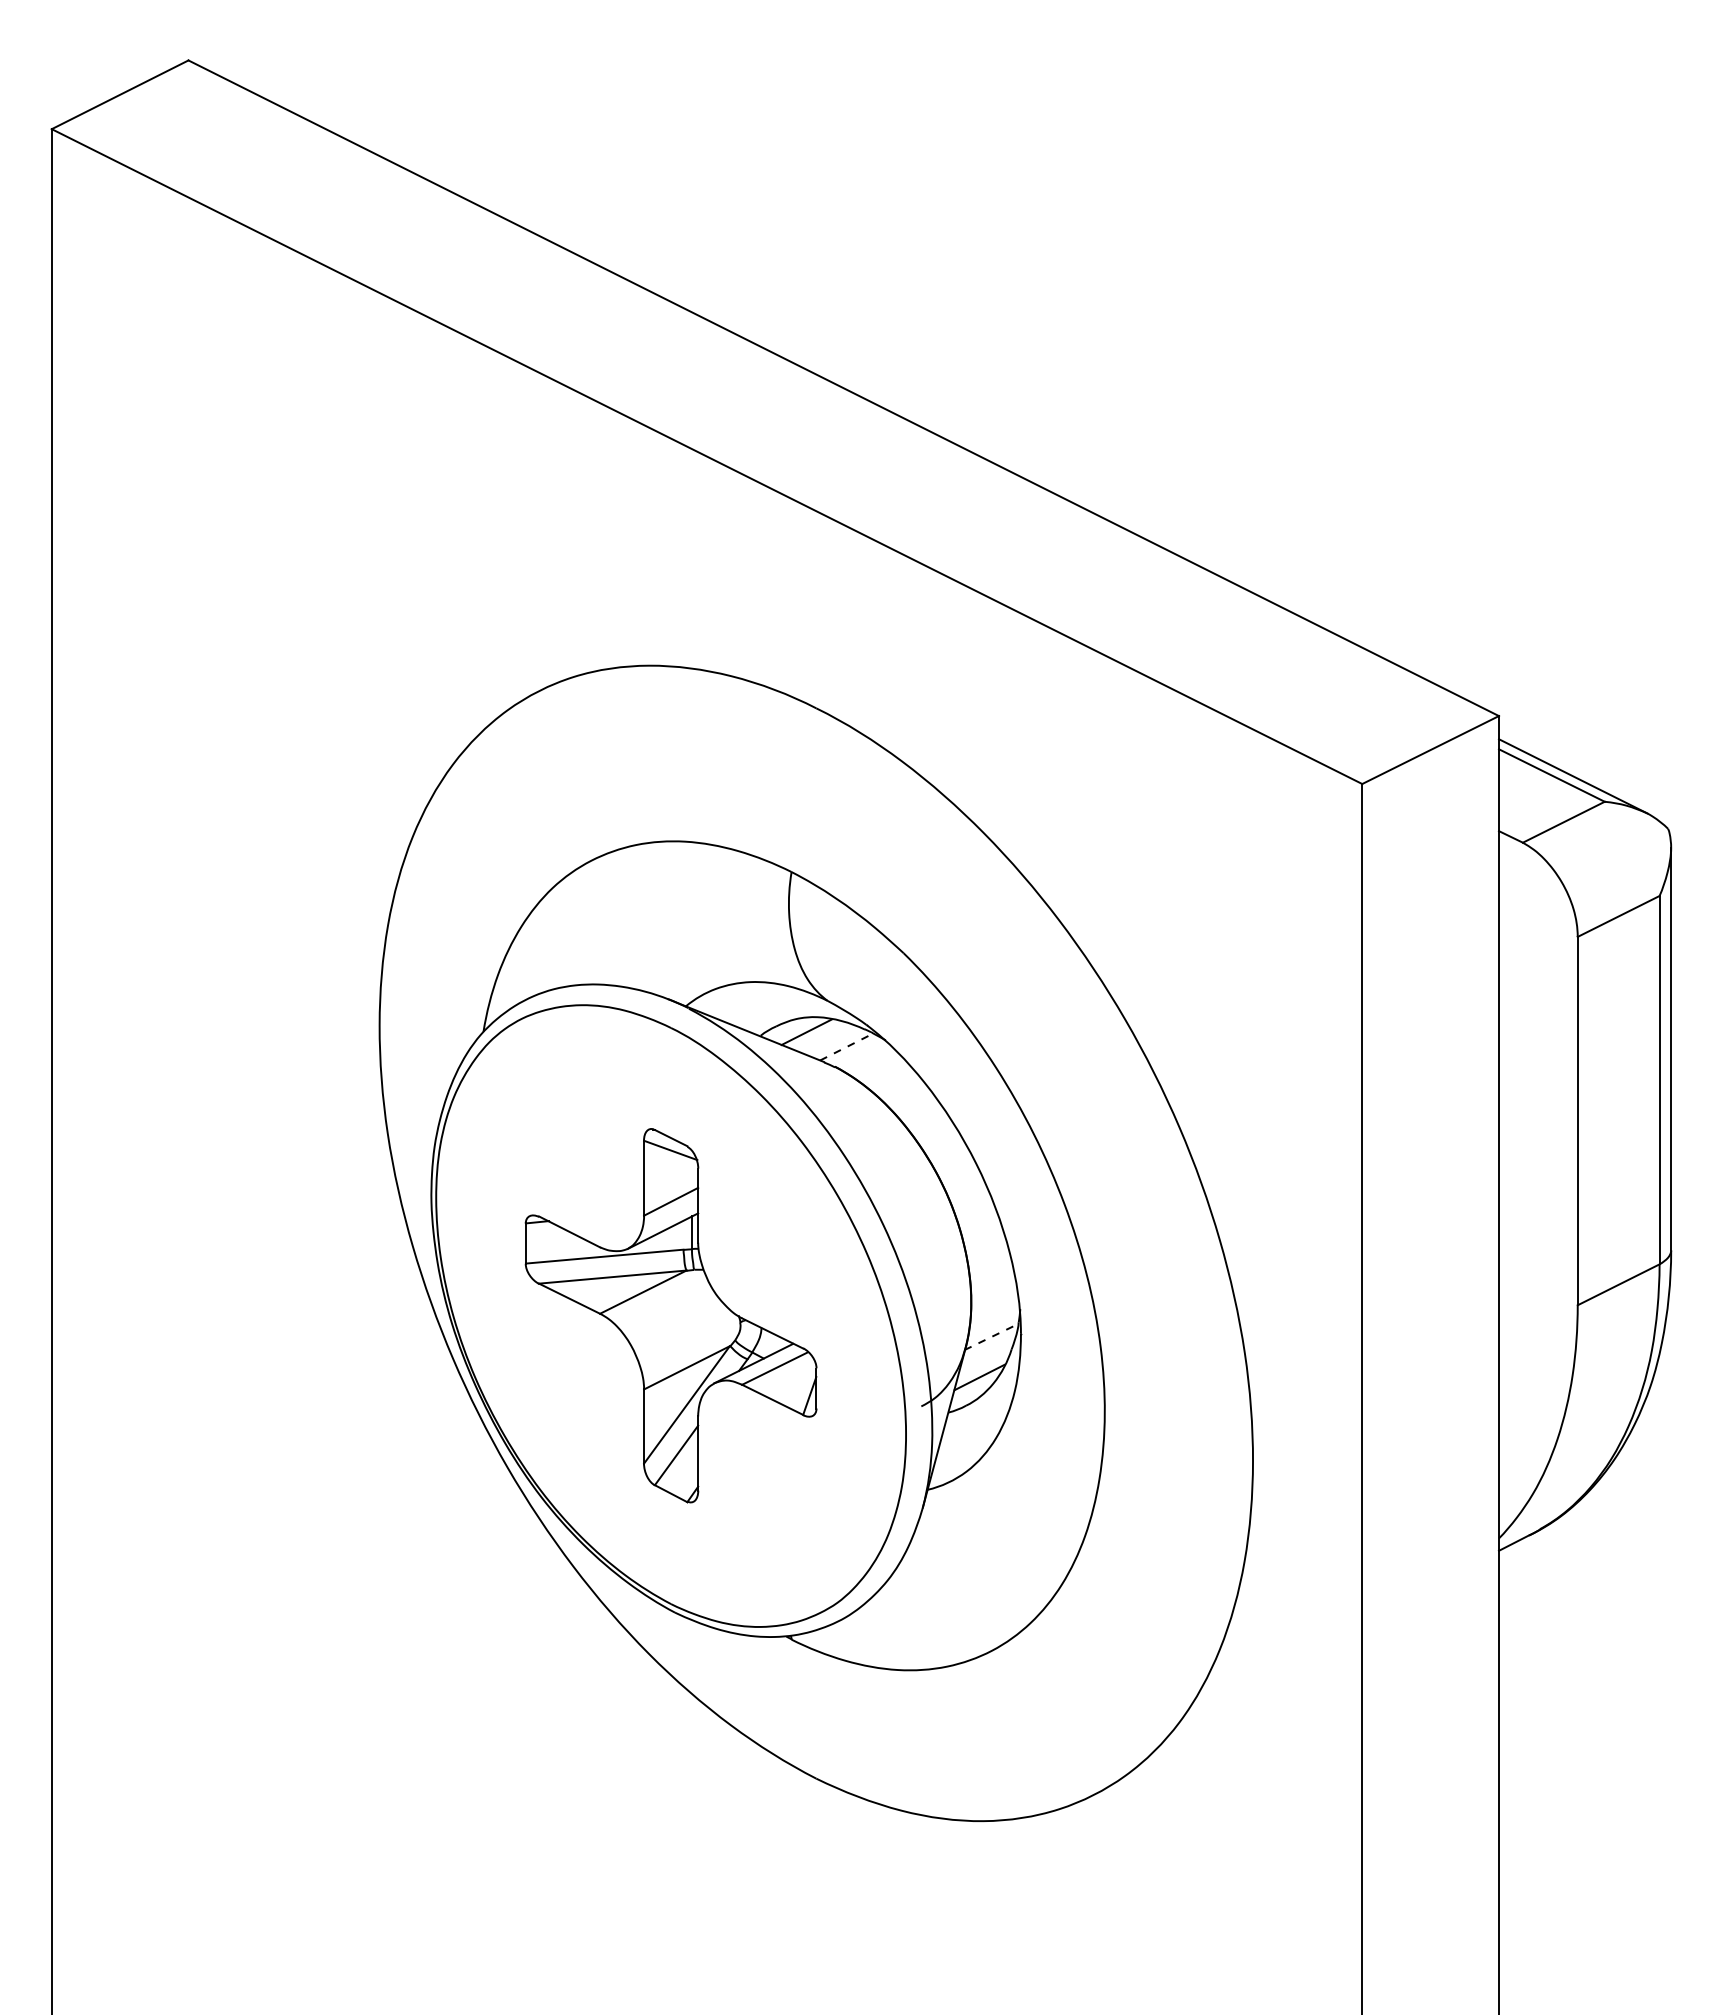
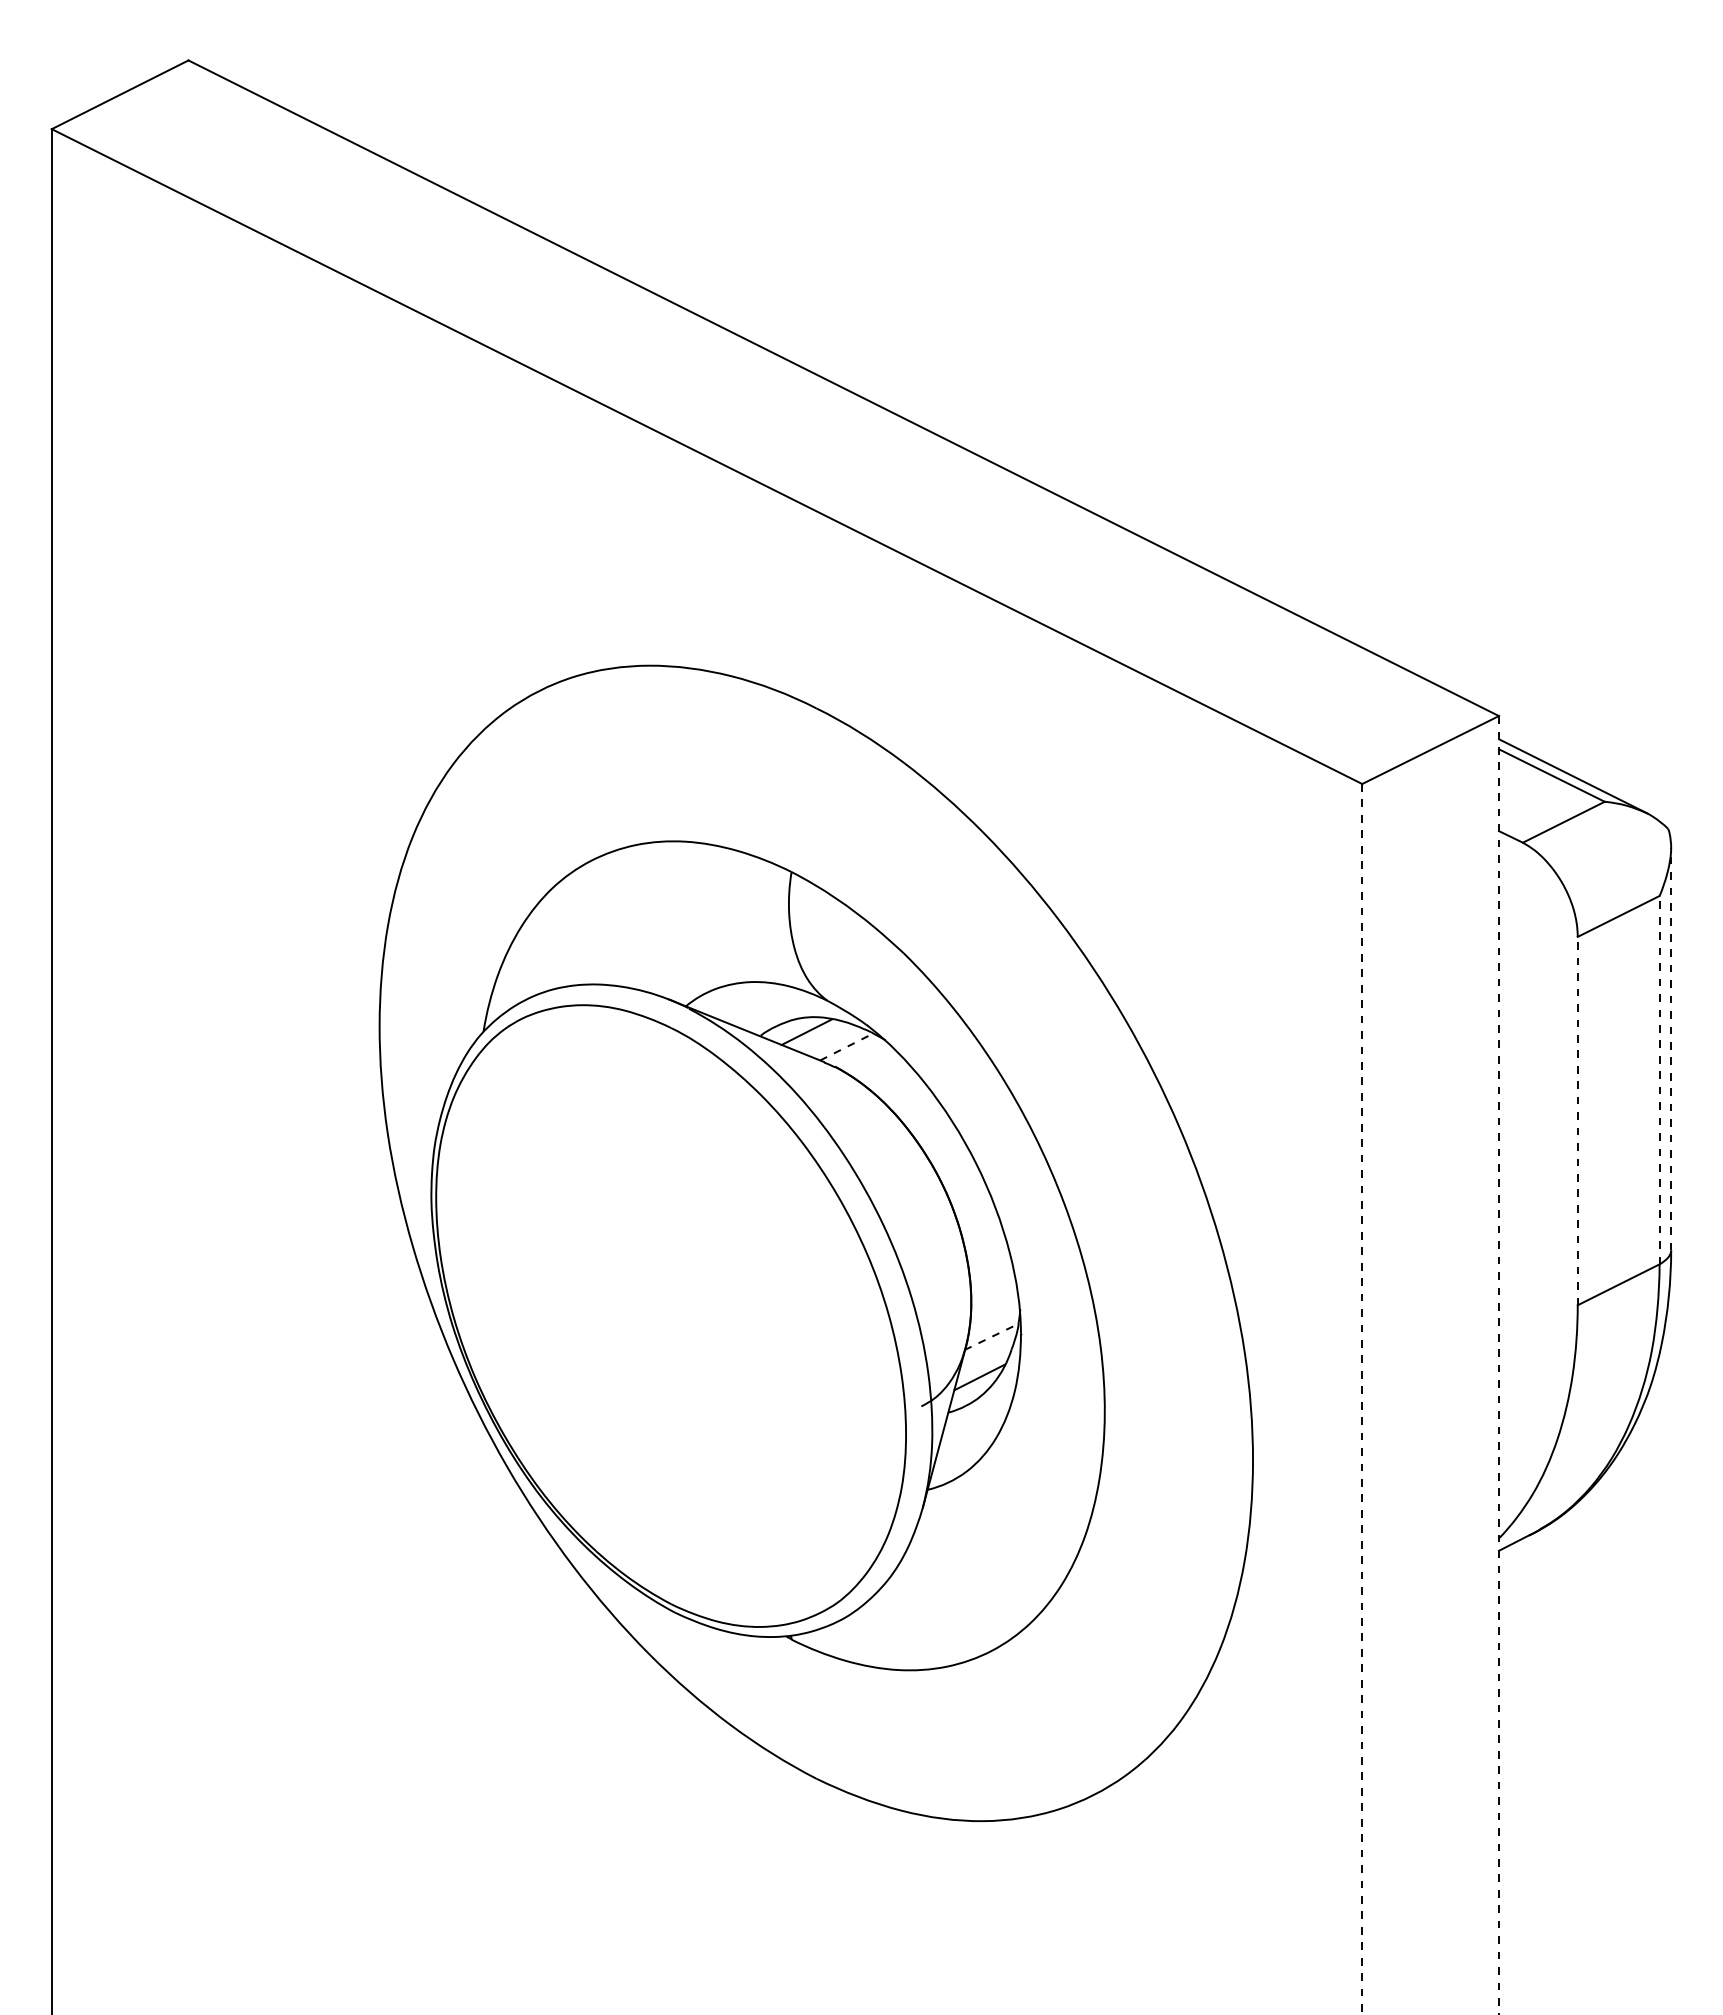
line at (1671, 1048): solid -> dashed
line at (1659, 1079): solid -> dashed
line at (1577, 1120): solid -> dashed
part at (670, 1315): present -> none
line at (1498, 1366): solid -> dashed
line at (1362, 1399): solid -> dashed
